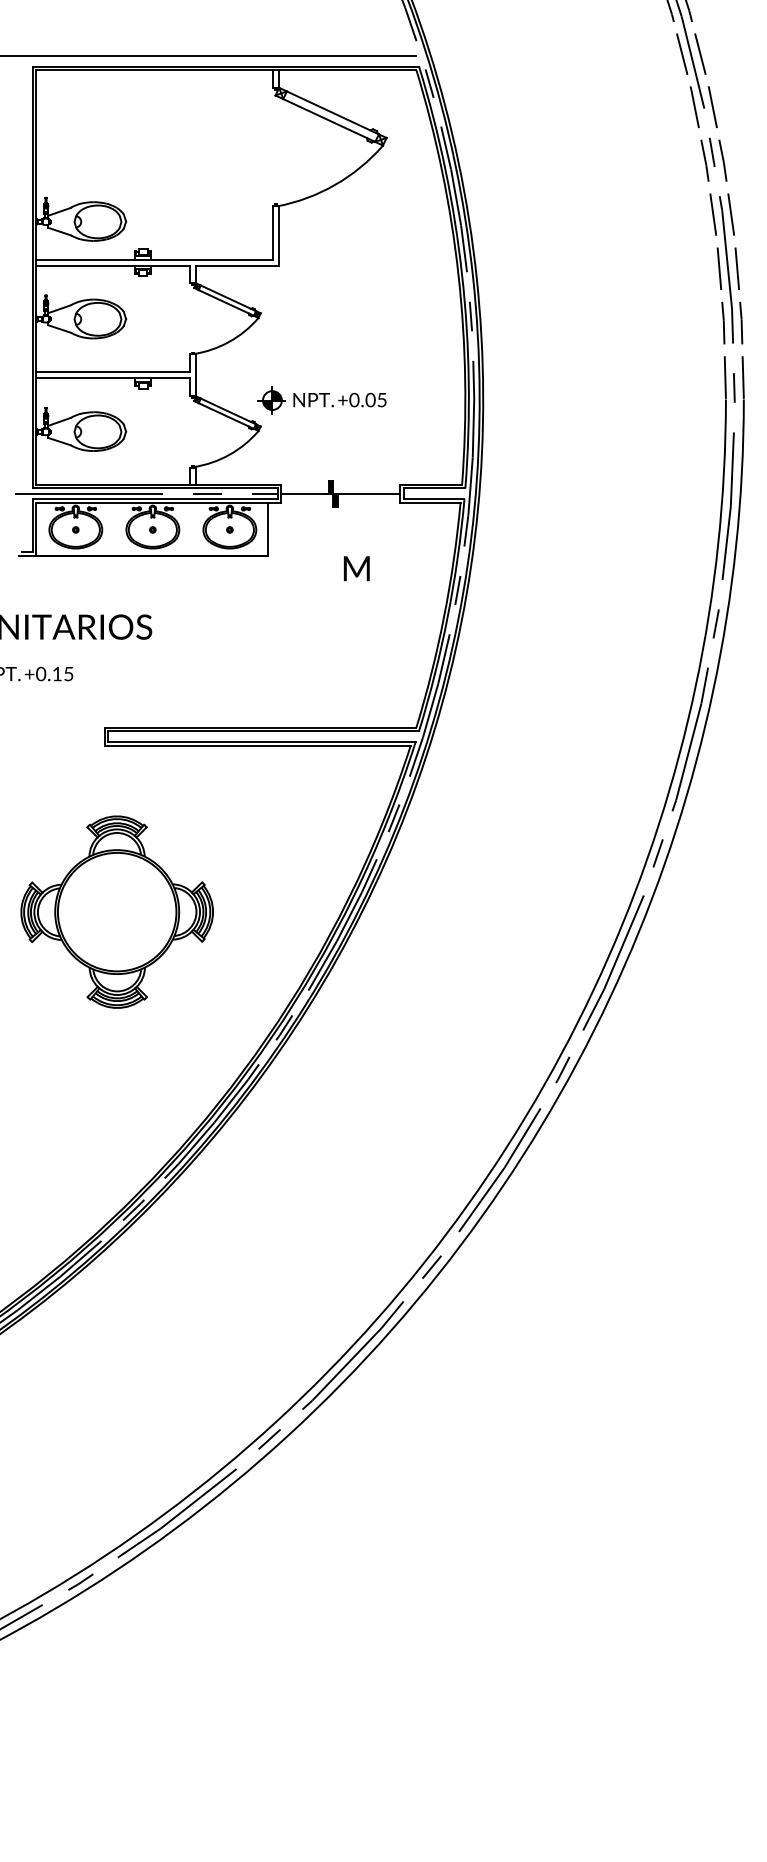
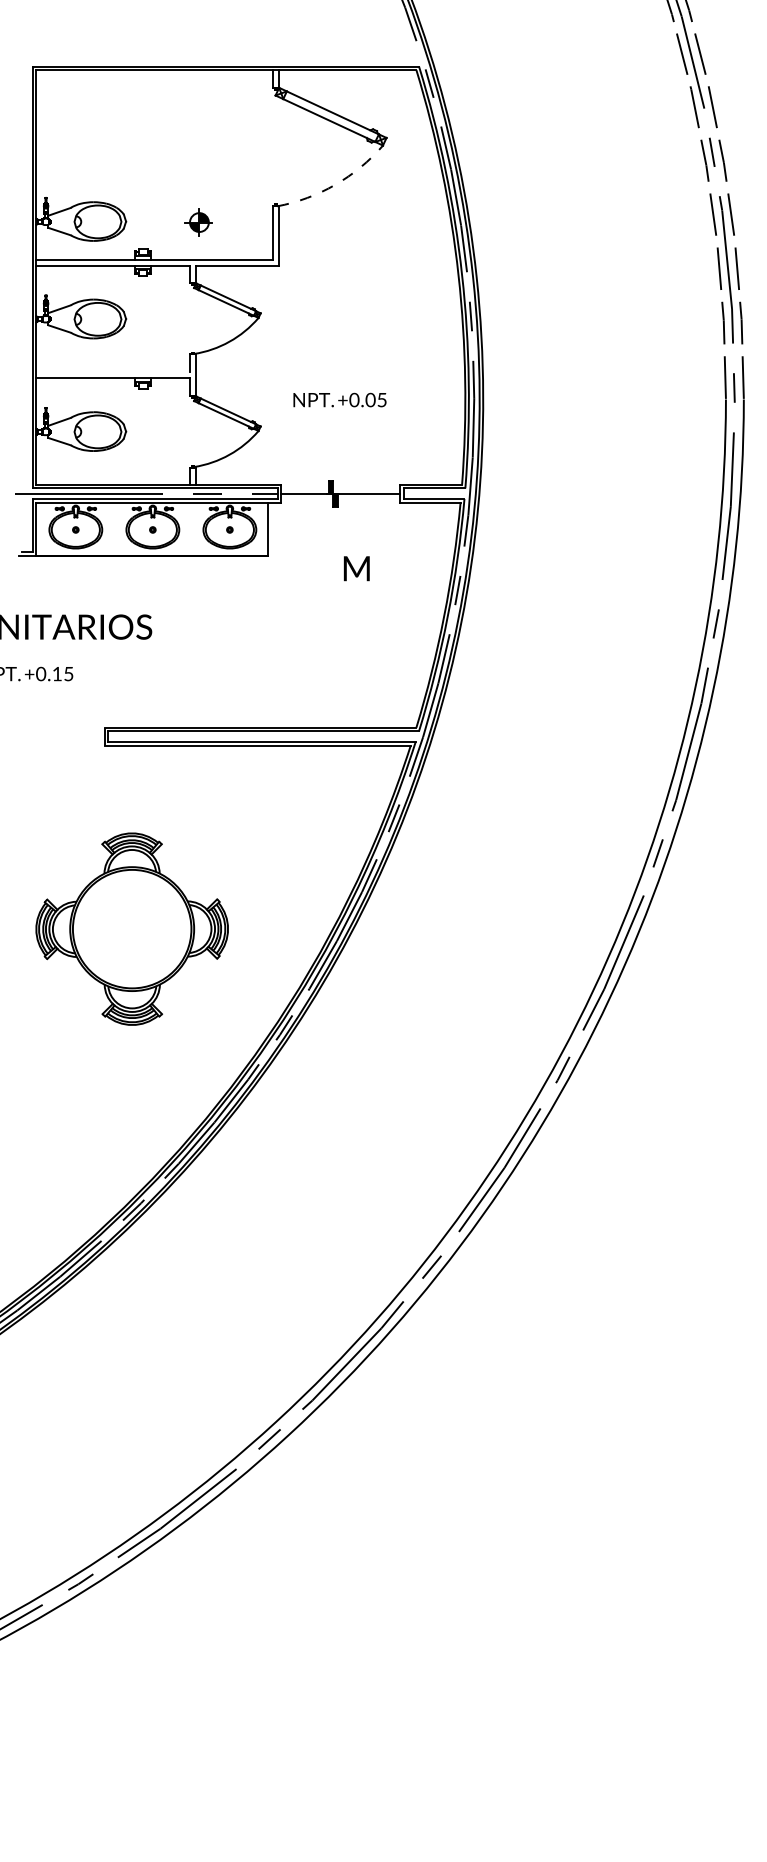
line at (208, 55): present -> none
arc at (335, 184): solid -> dashed
line at (113, 372): present -> none
part at (271, 400) position: (271, 400) -> (198, 222)
part at (116, 911) position: (116, 911) -> (131, 928)
